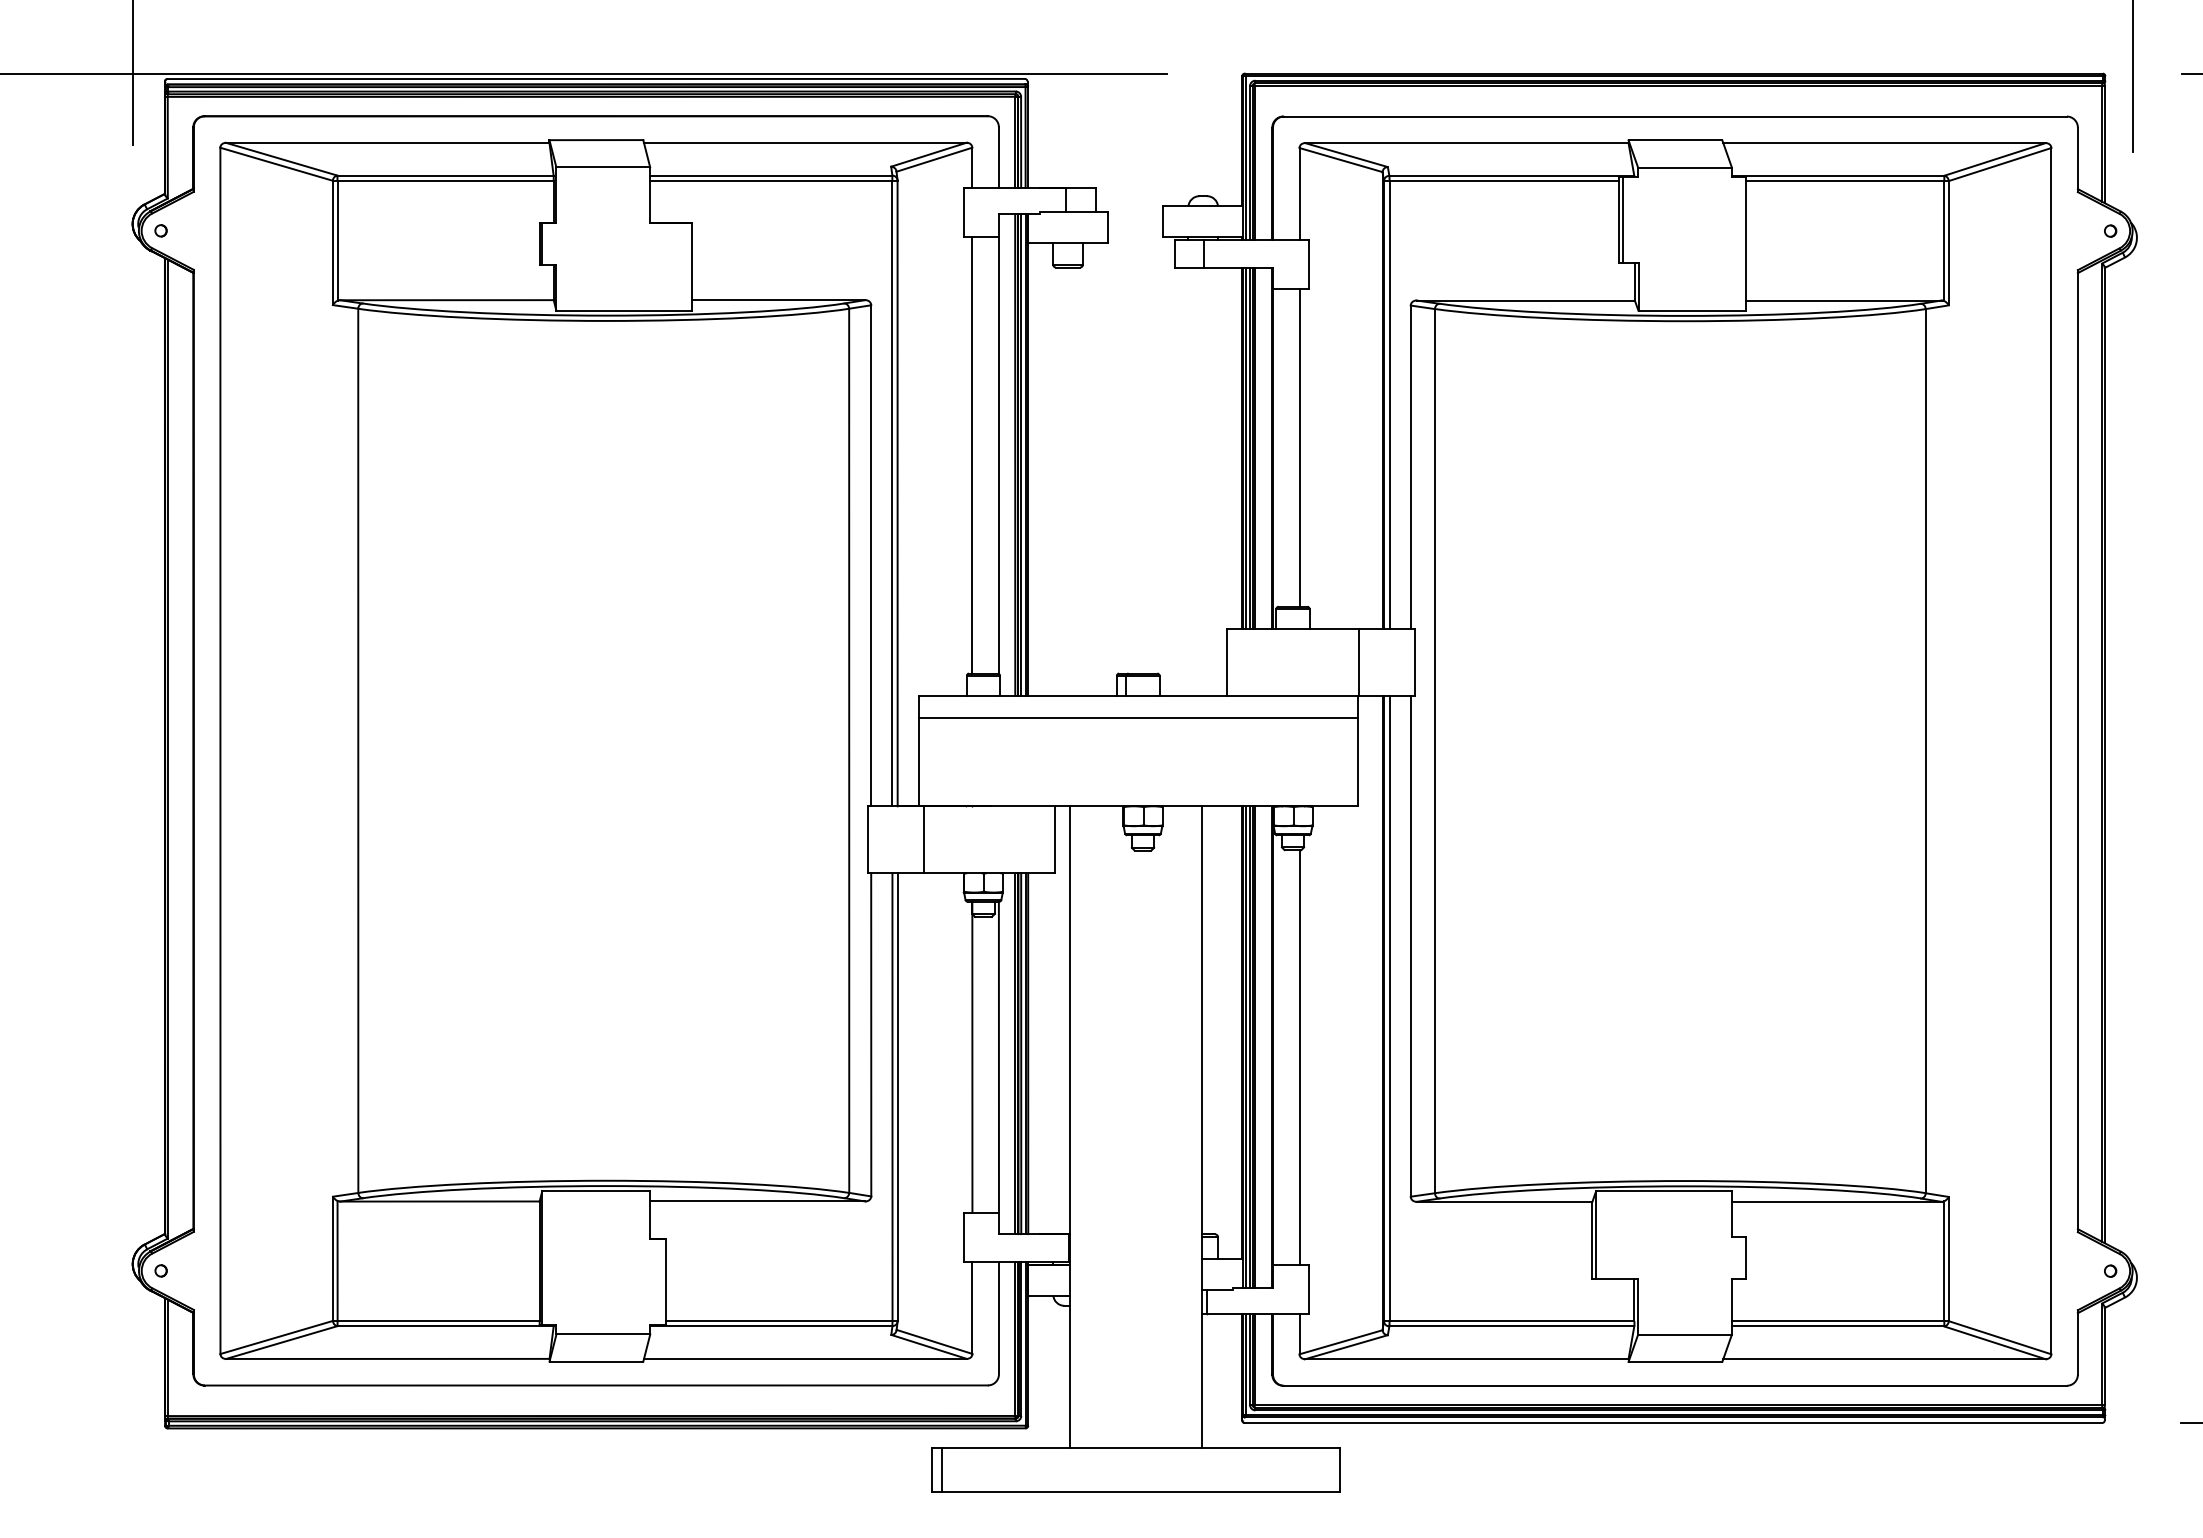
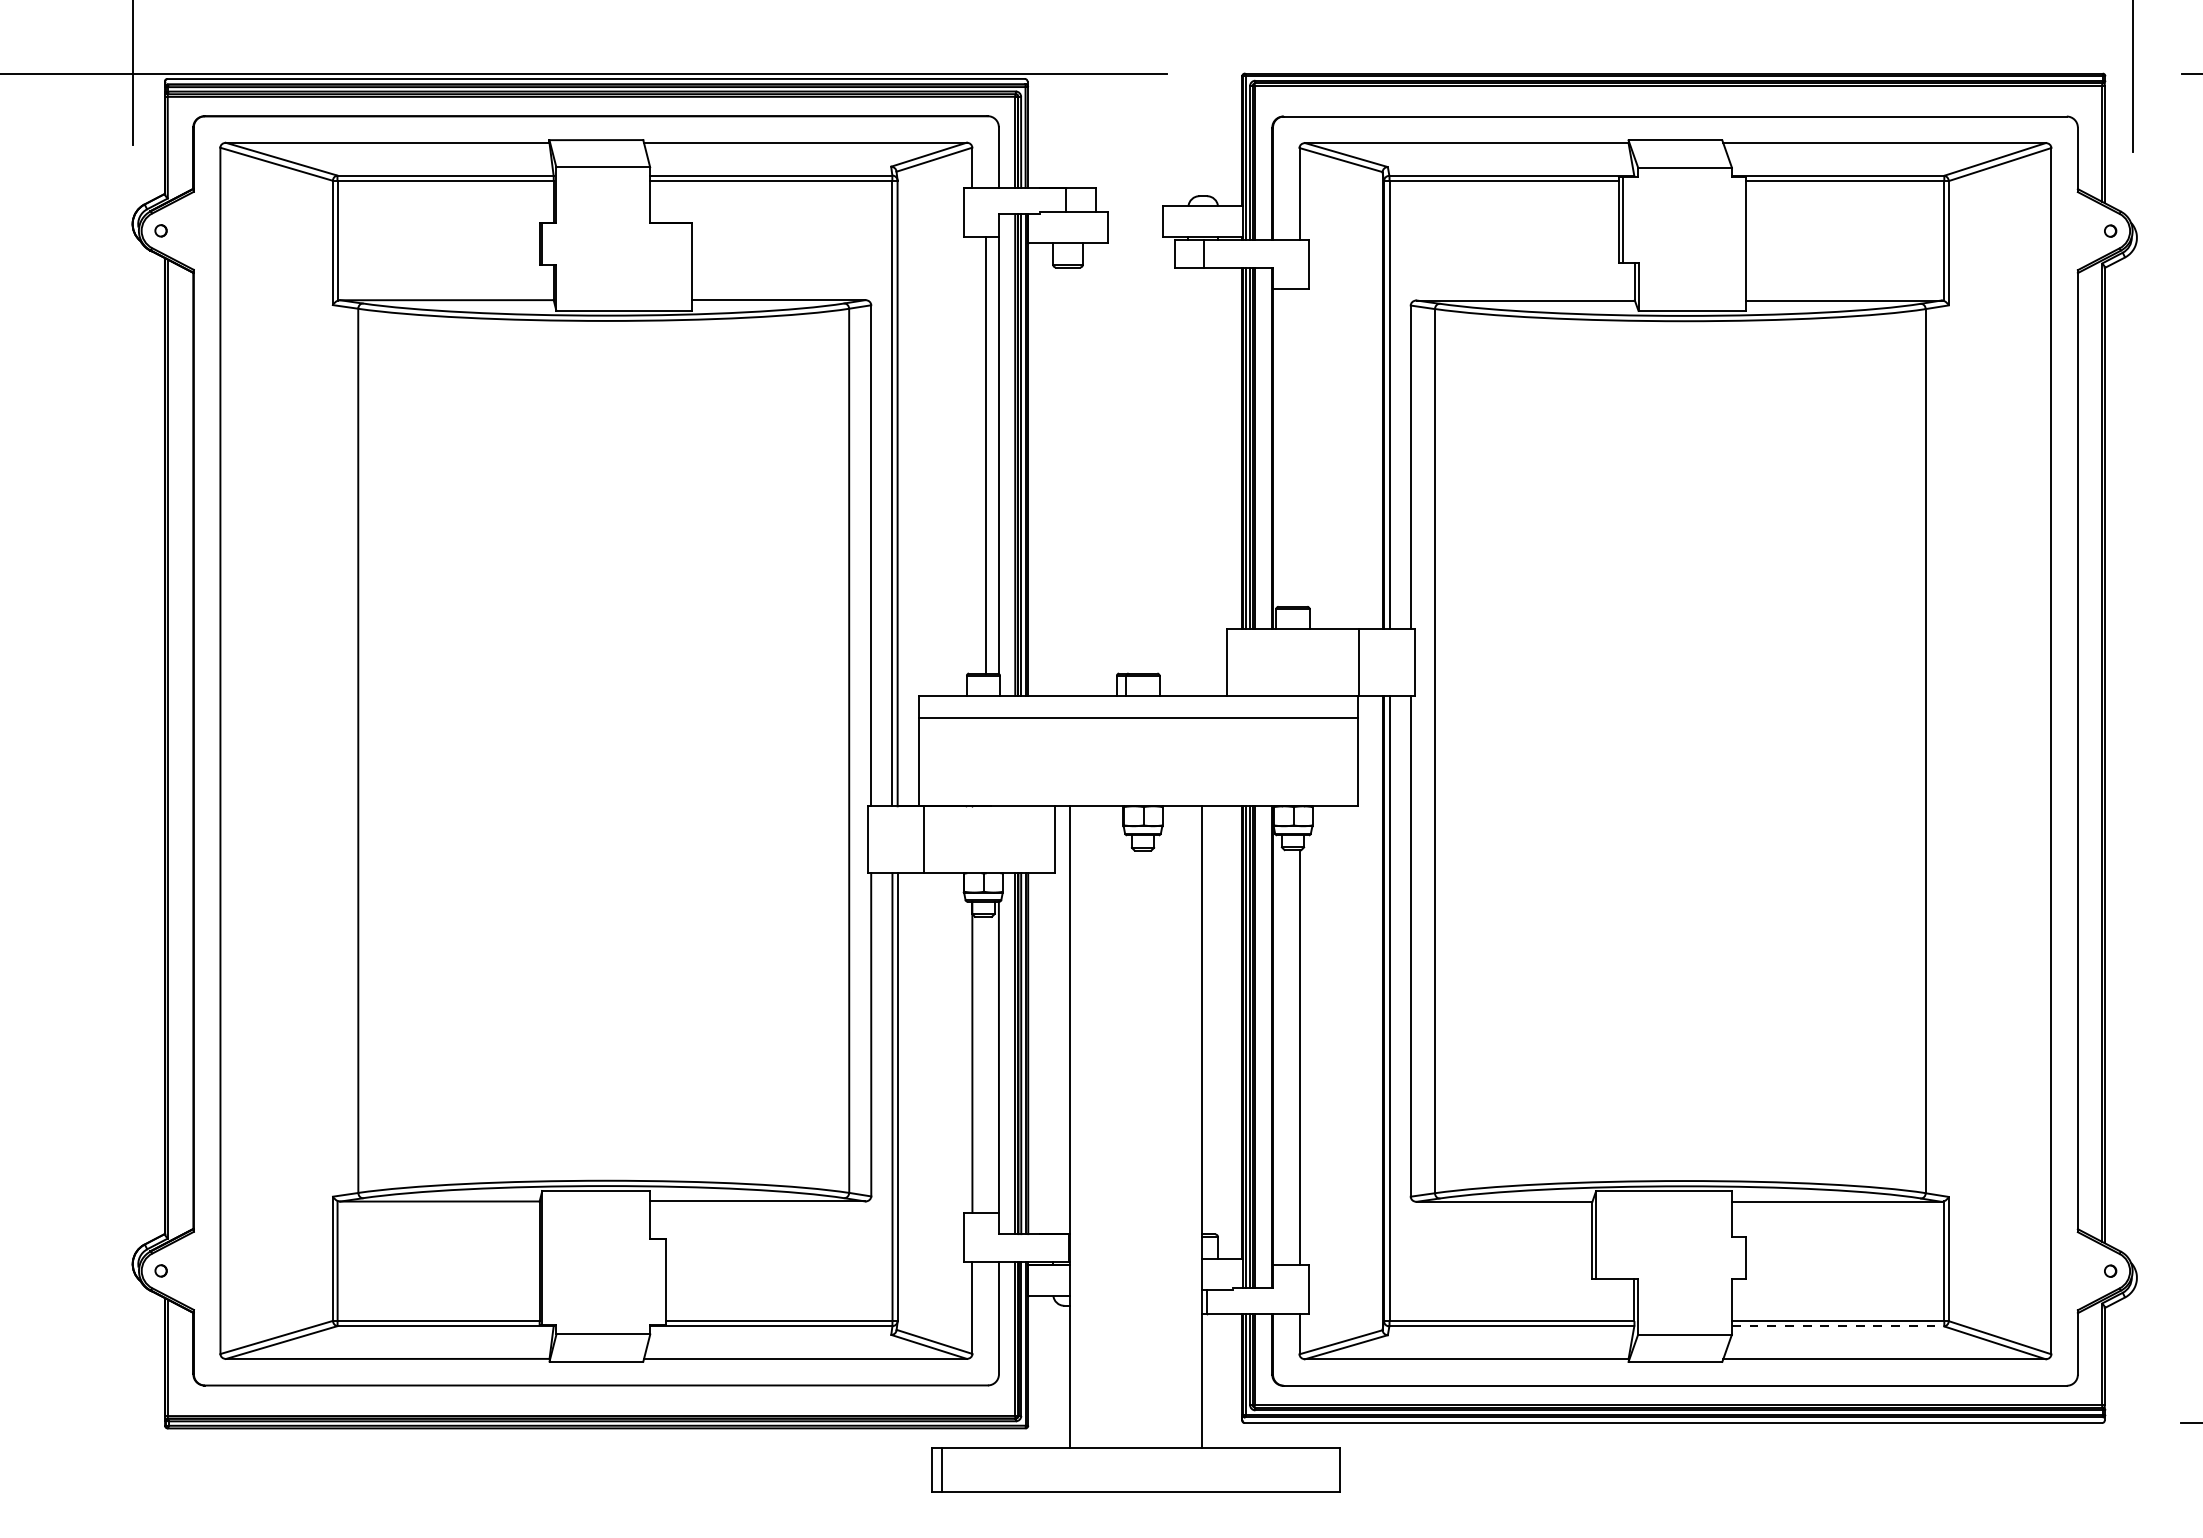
line at (1299, 447): present -> none
line at (972, 454) position: (972, 454) -> (986, 454)
line at (1838, 1326): solid -> dashed
